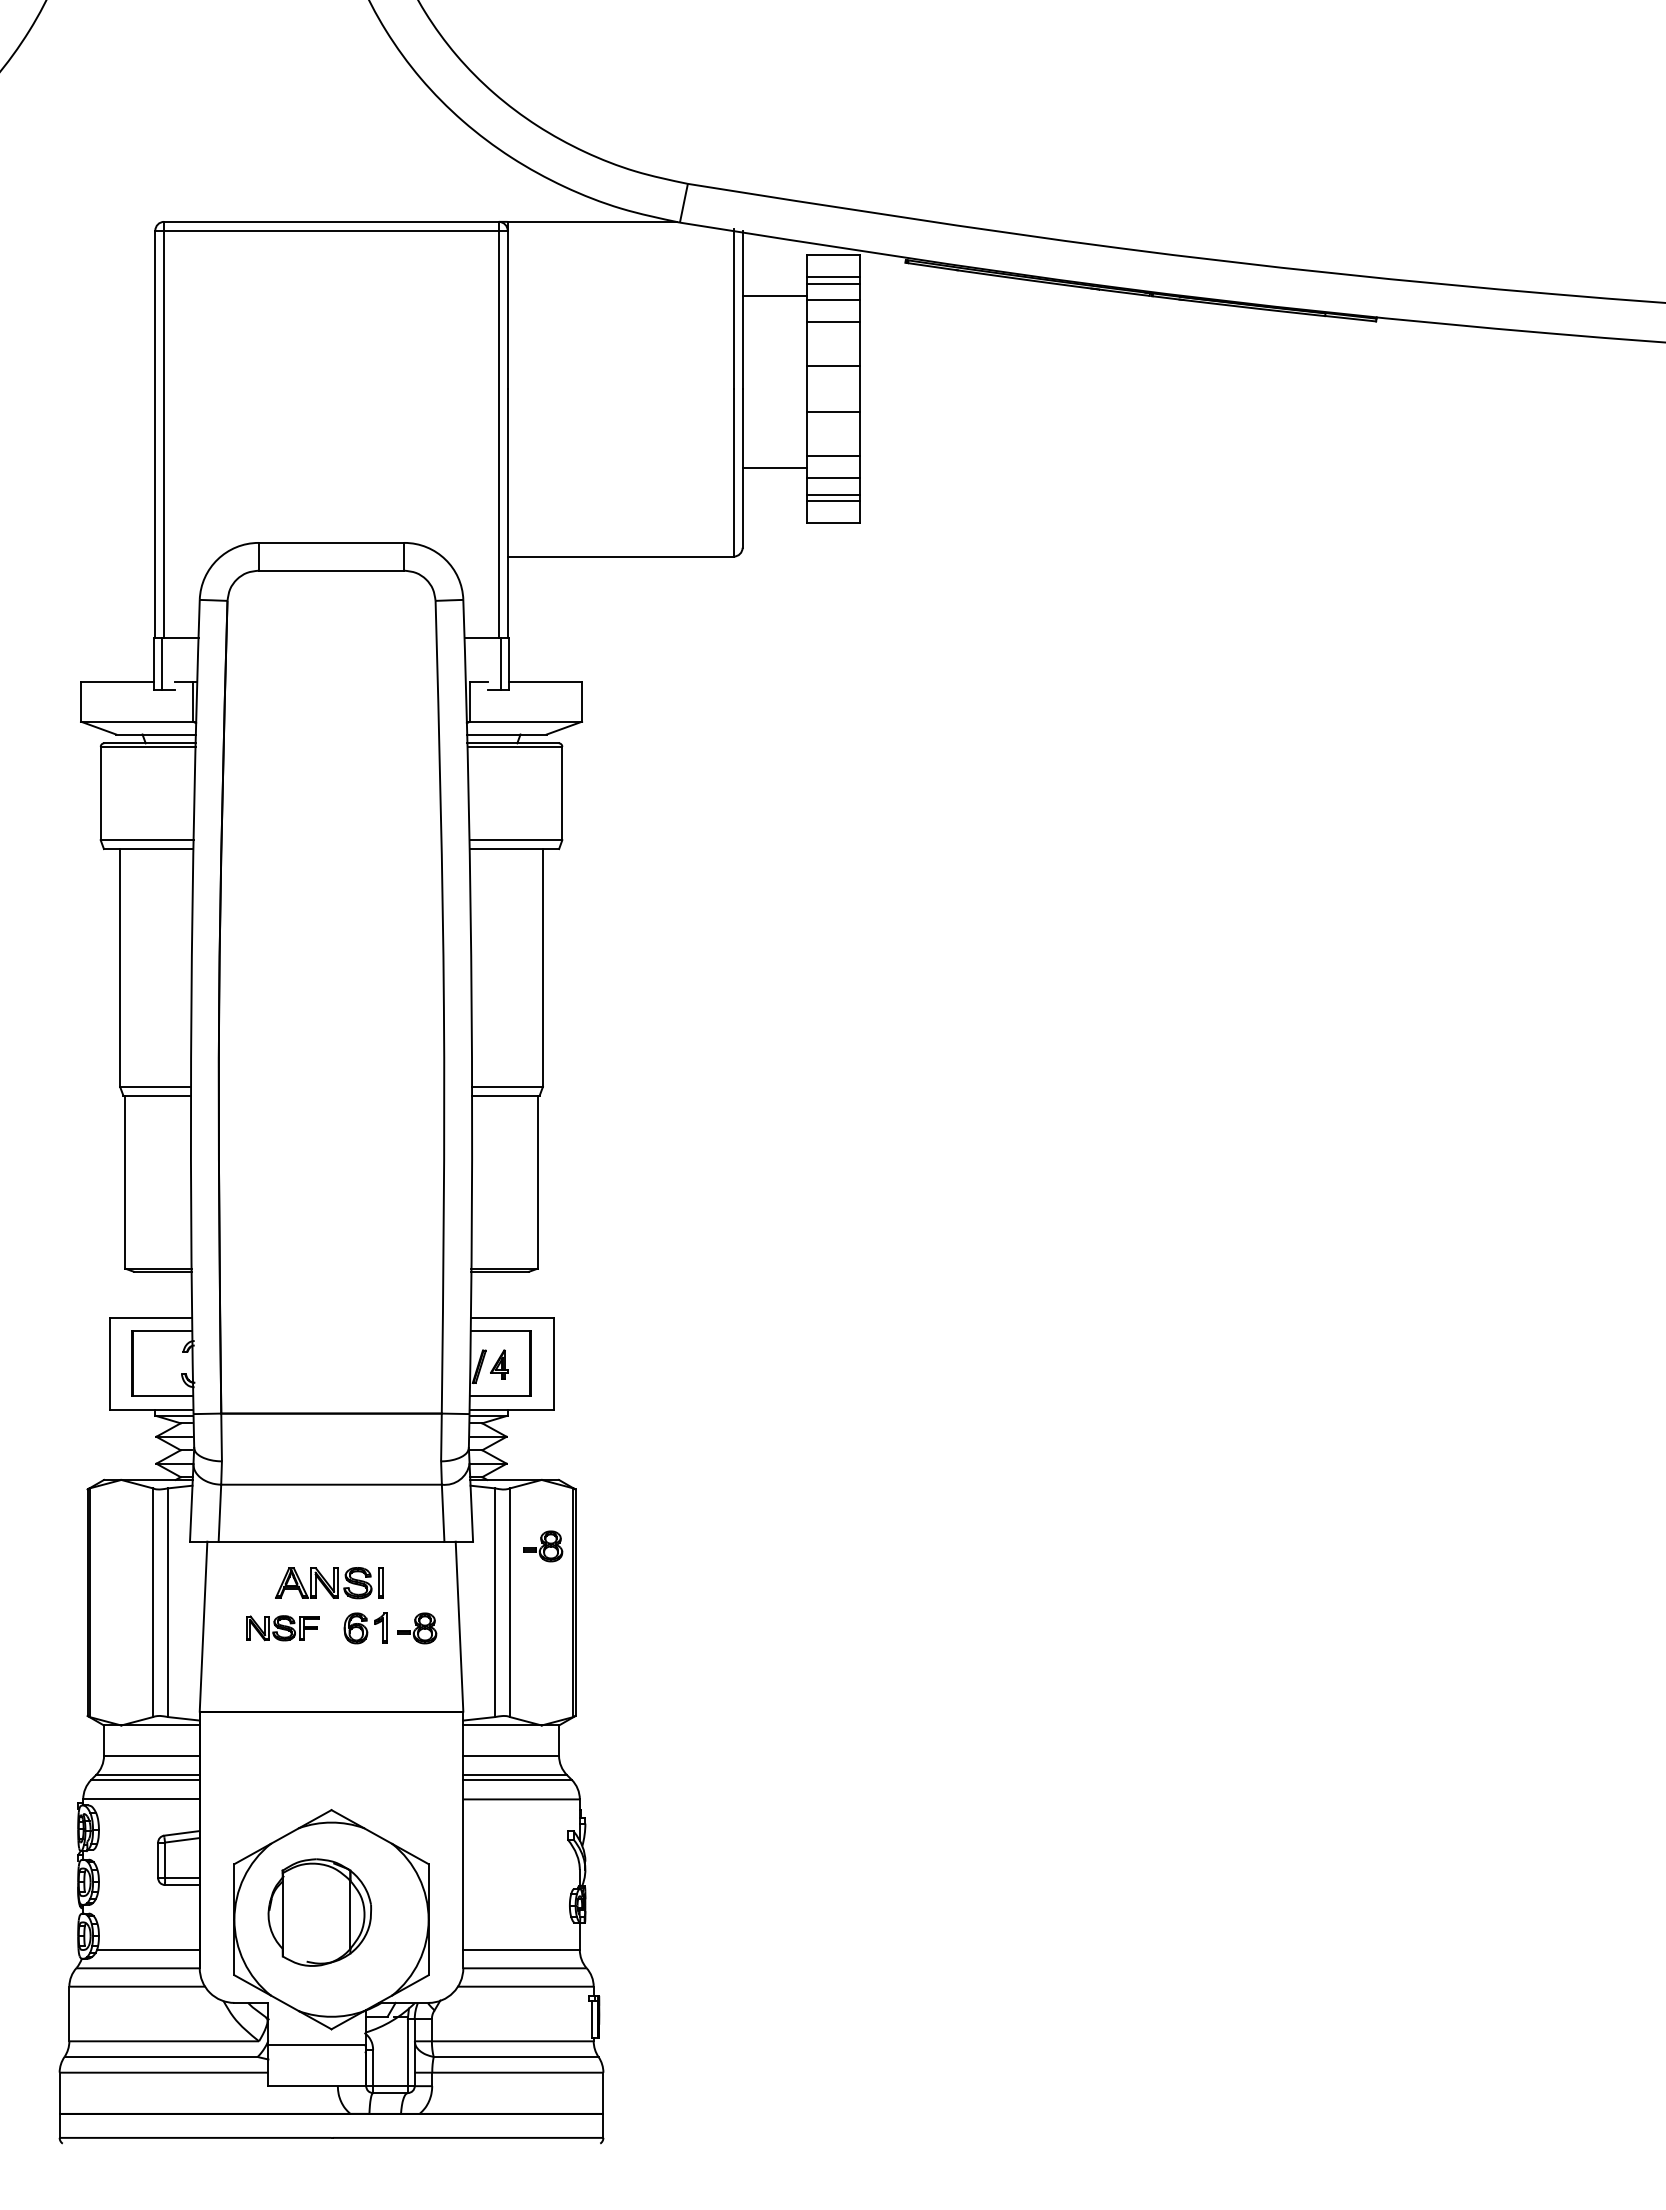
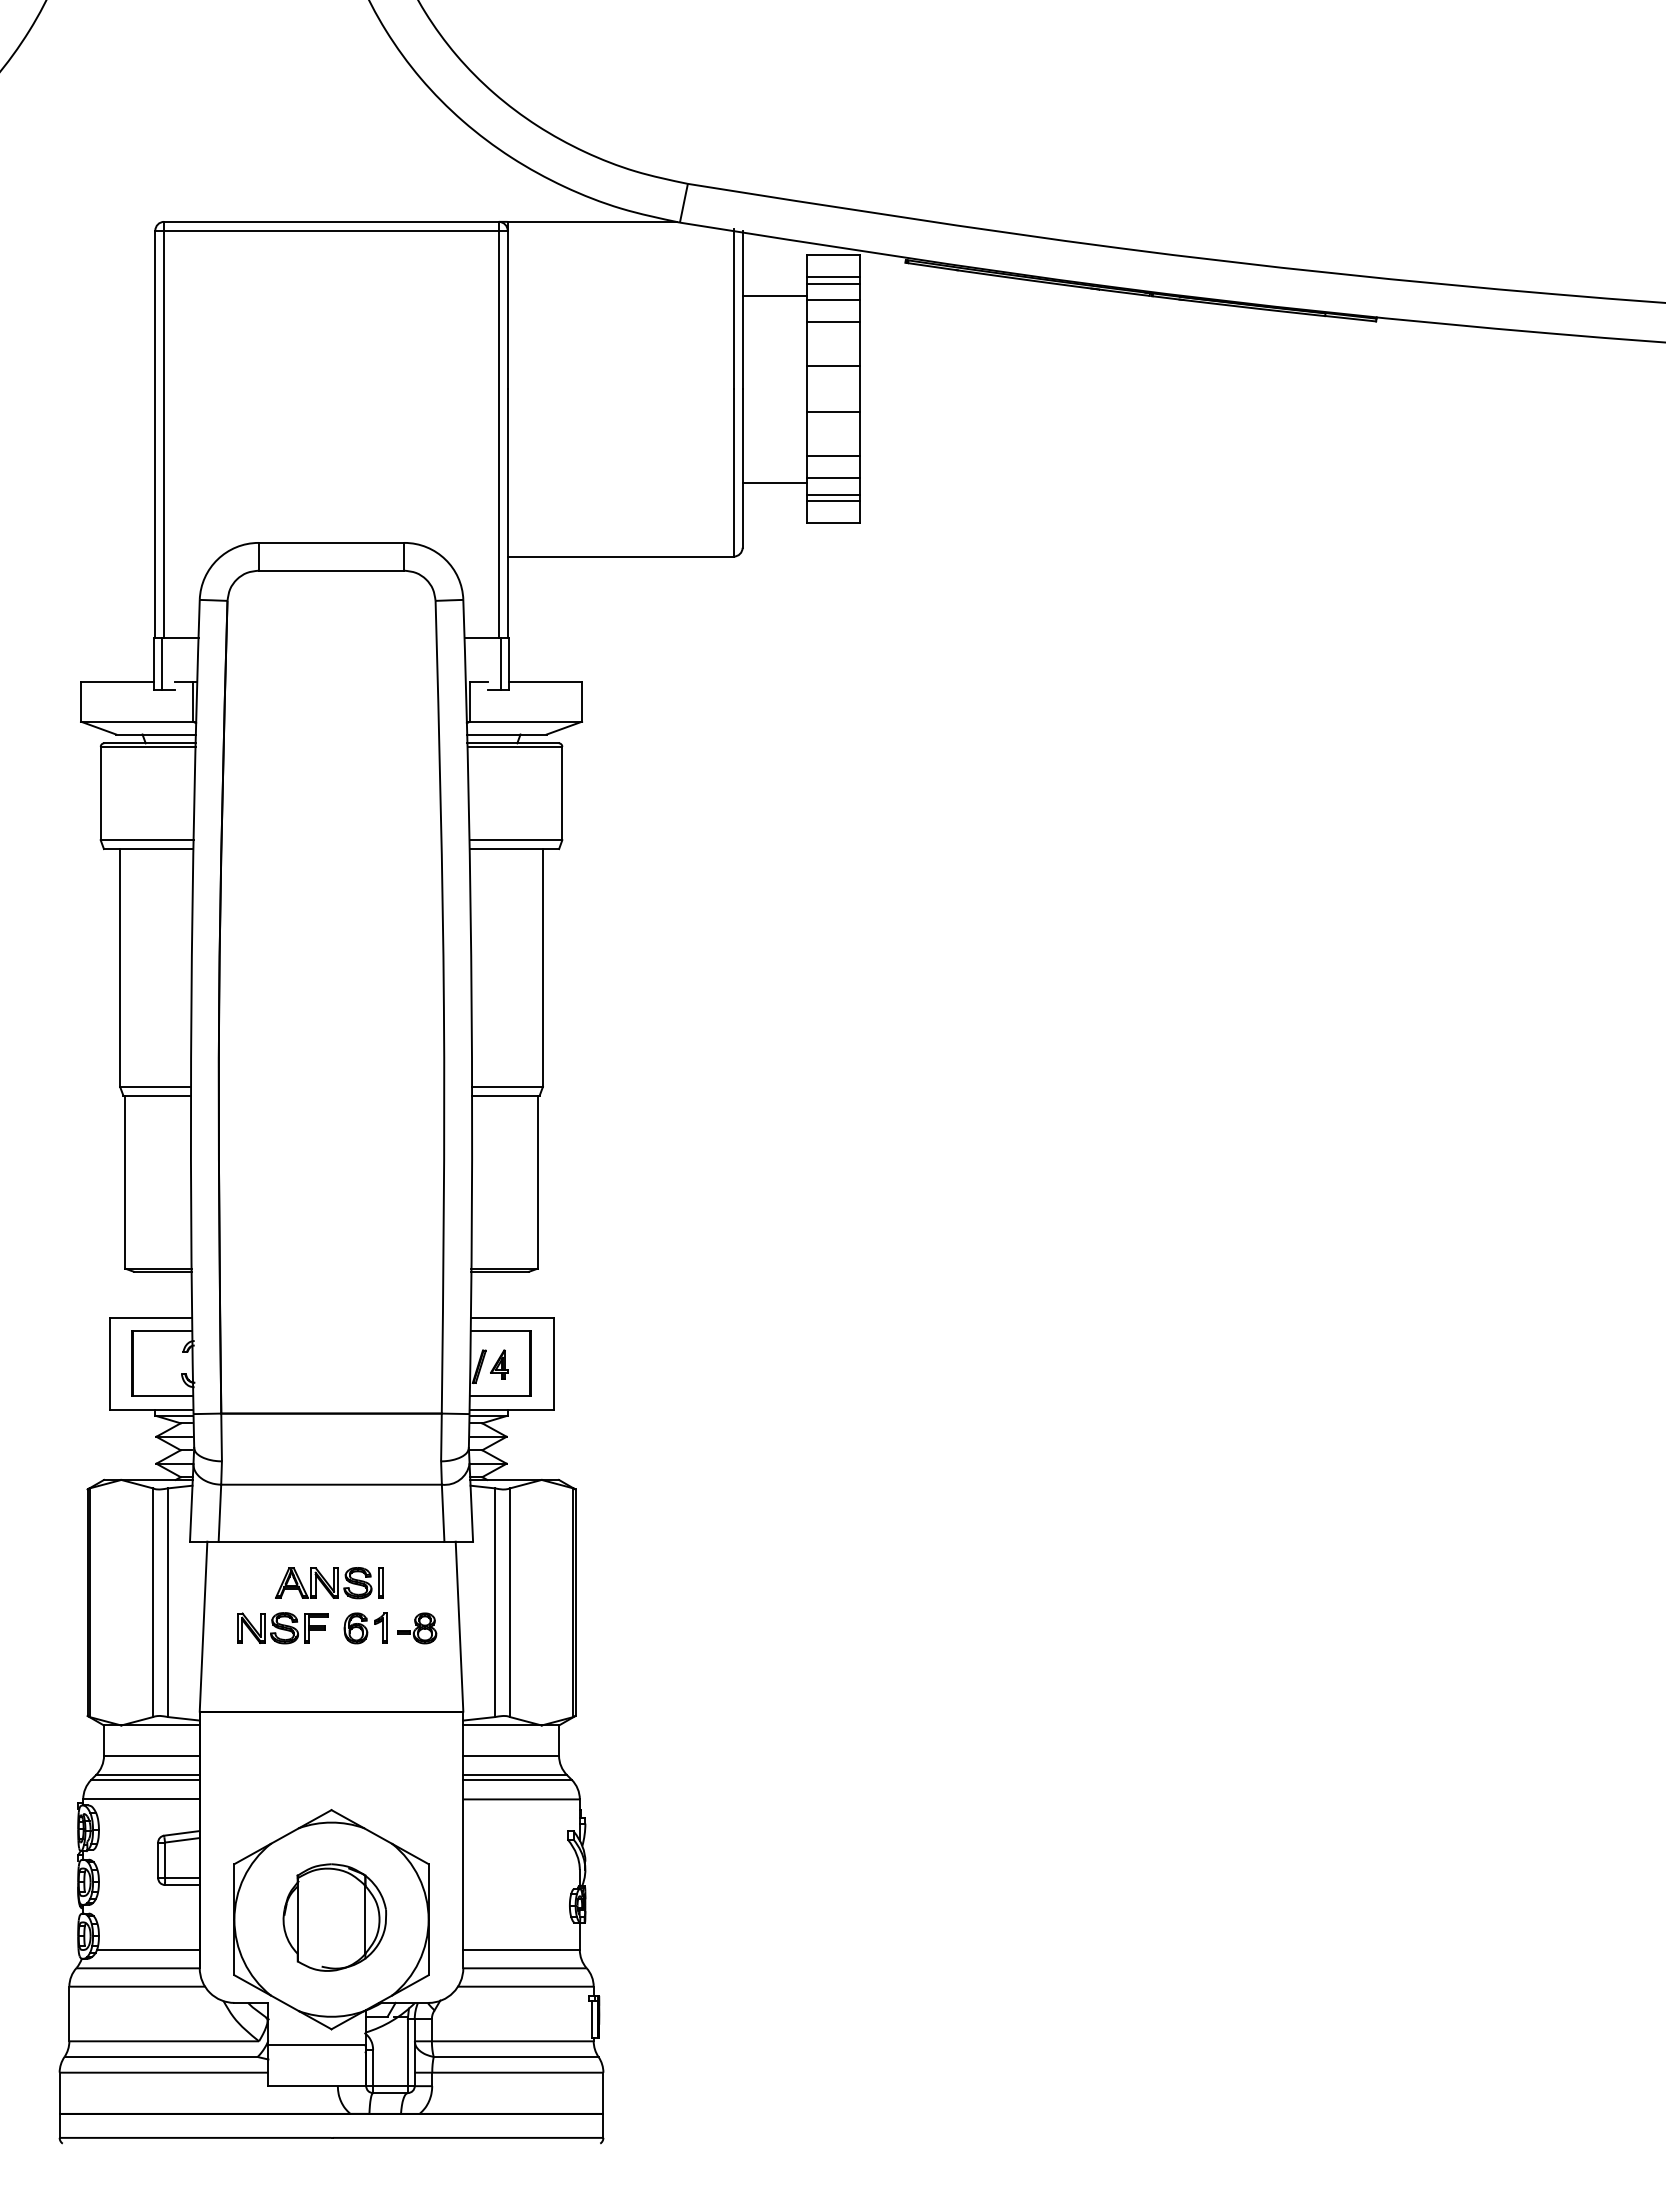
line at (774, 467) position: (774, 467) -> (774, 482)
part at (543, 1546): present -> none
part at (282, 1628) size: 74x27 px -> 92x33 px
part at (319, 1912) position: (319, 1912) -> (334, 1917)
